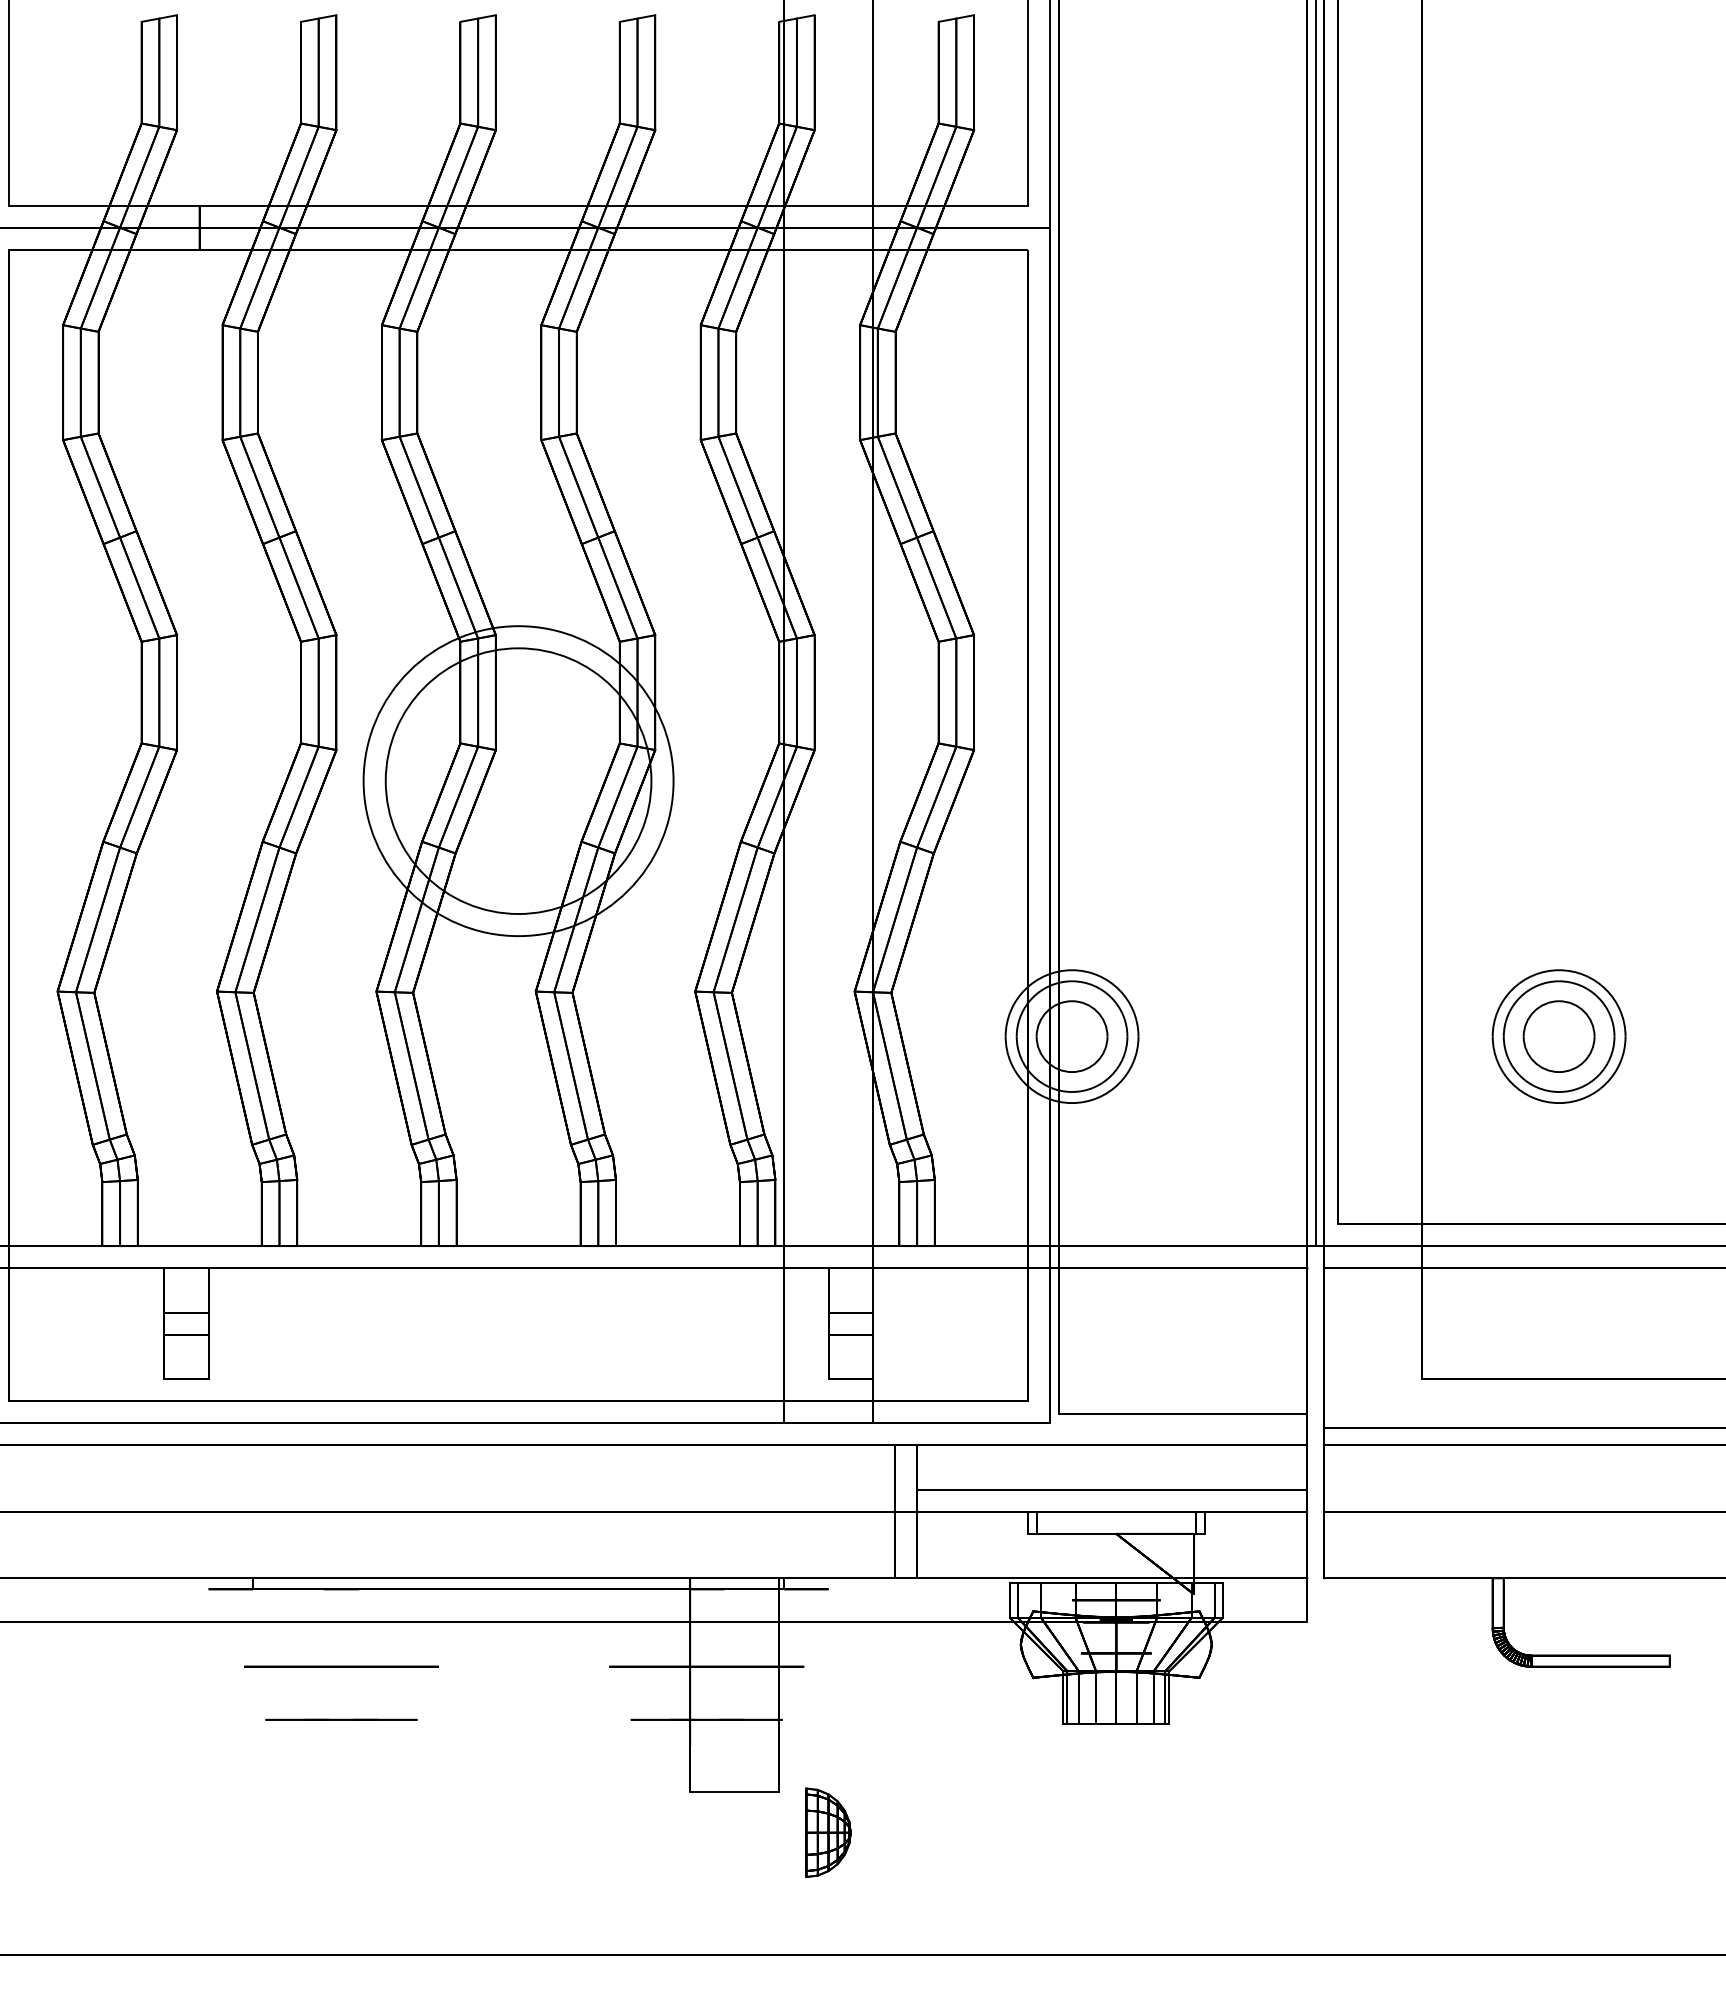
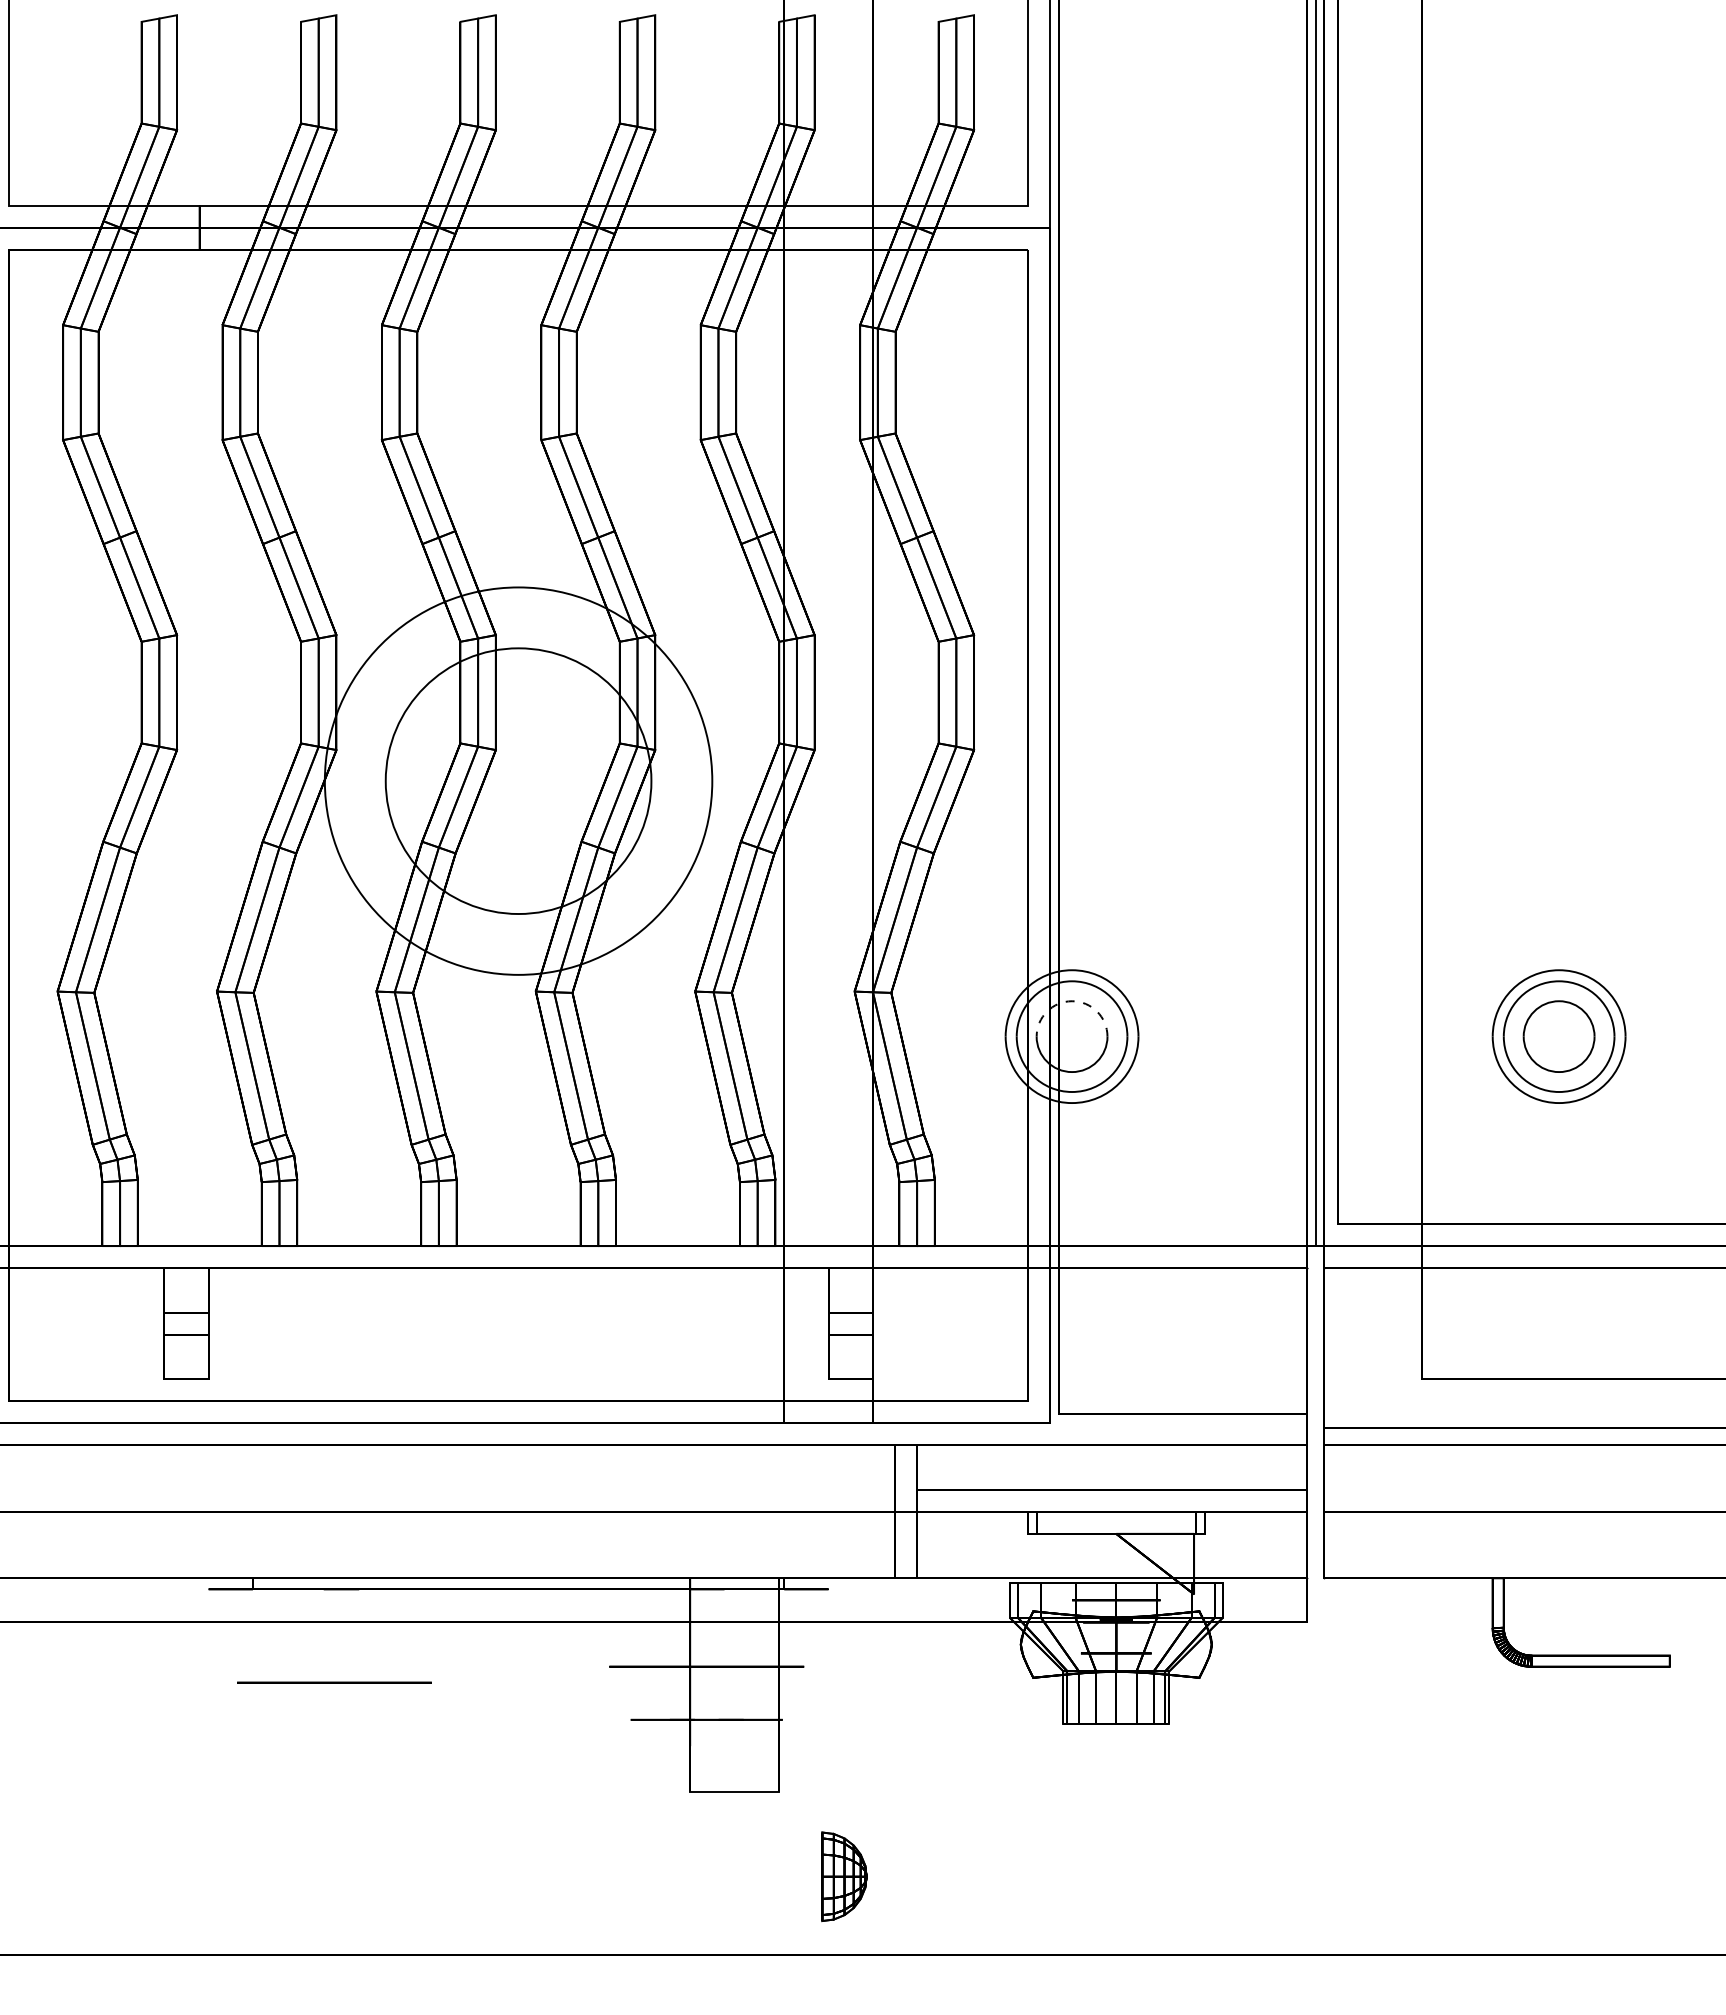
circle at (518, 781) diameter: 310 px -> 387 px
arc at (1072, 1001): solid -> dashed
circle at (341, 1666) position: (341, 1666) -> (334, 1682)
line at (341, 1719): present -> none
part at (828, 1832) position: (828, 1832) -> (844, 1876)
